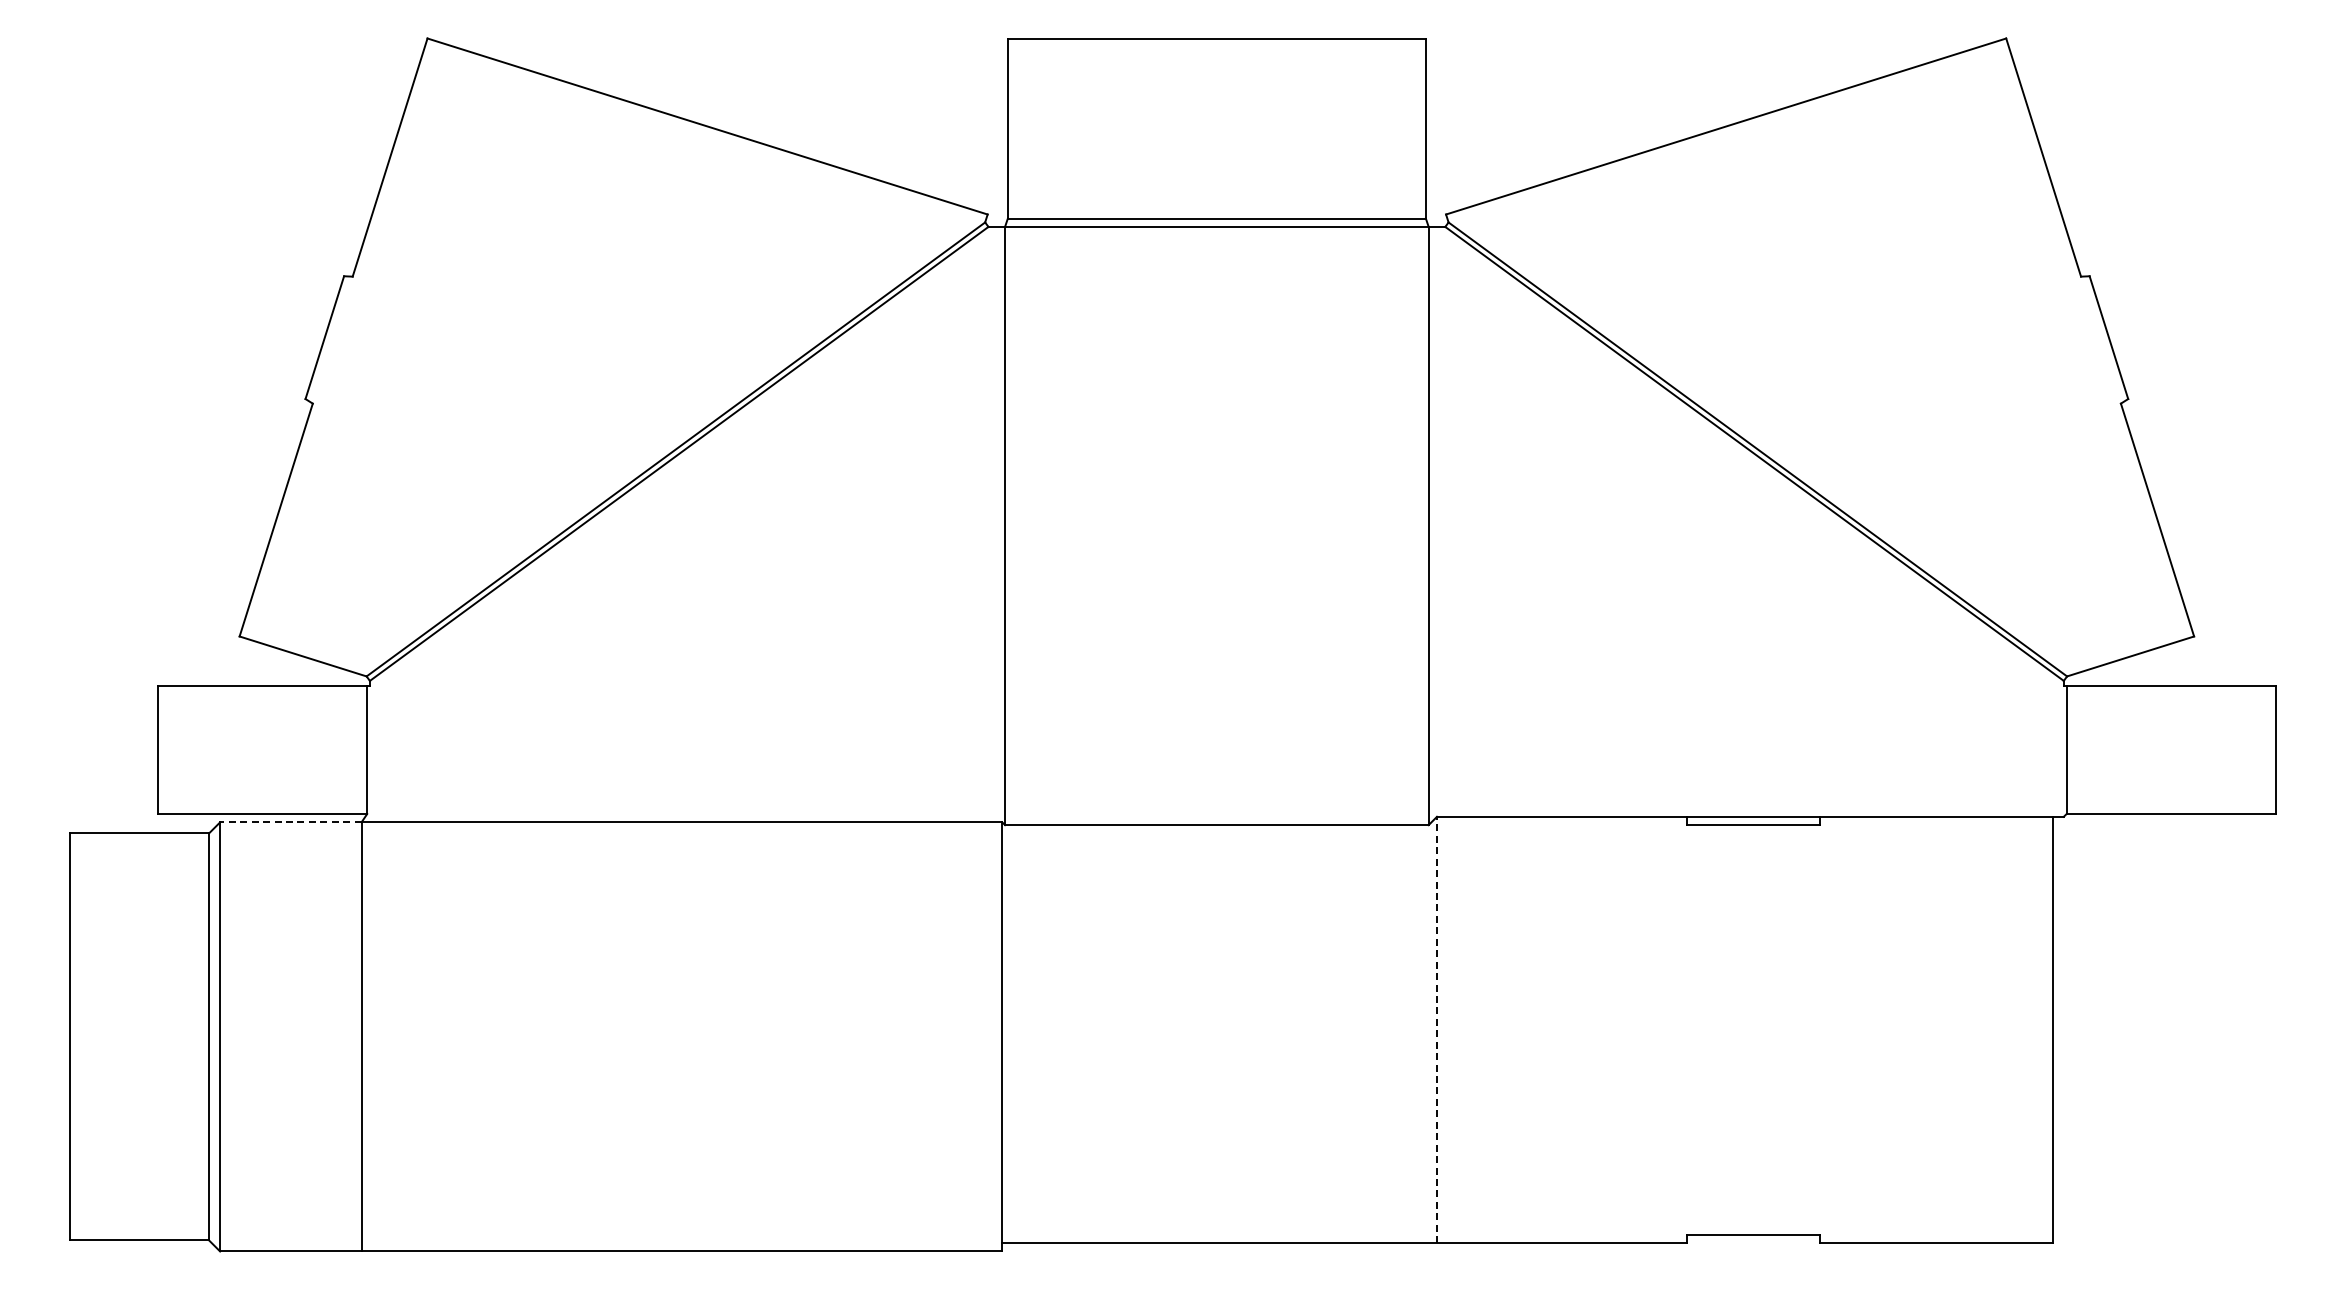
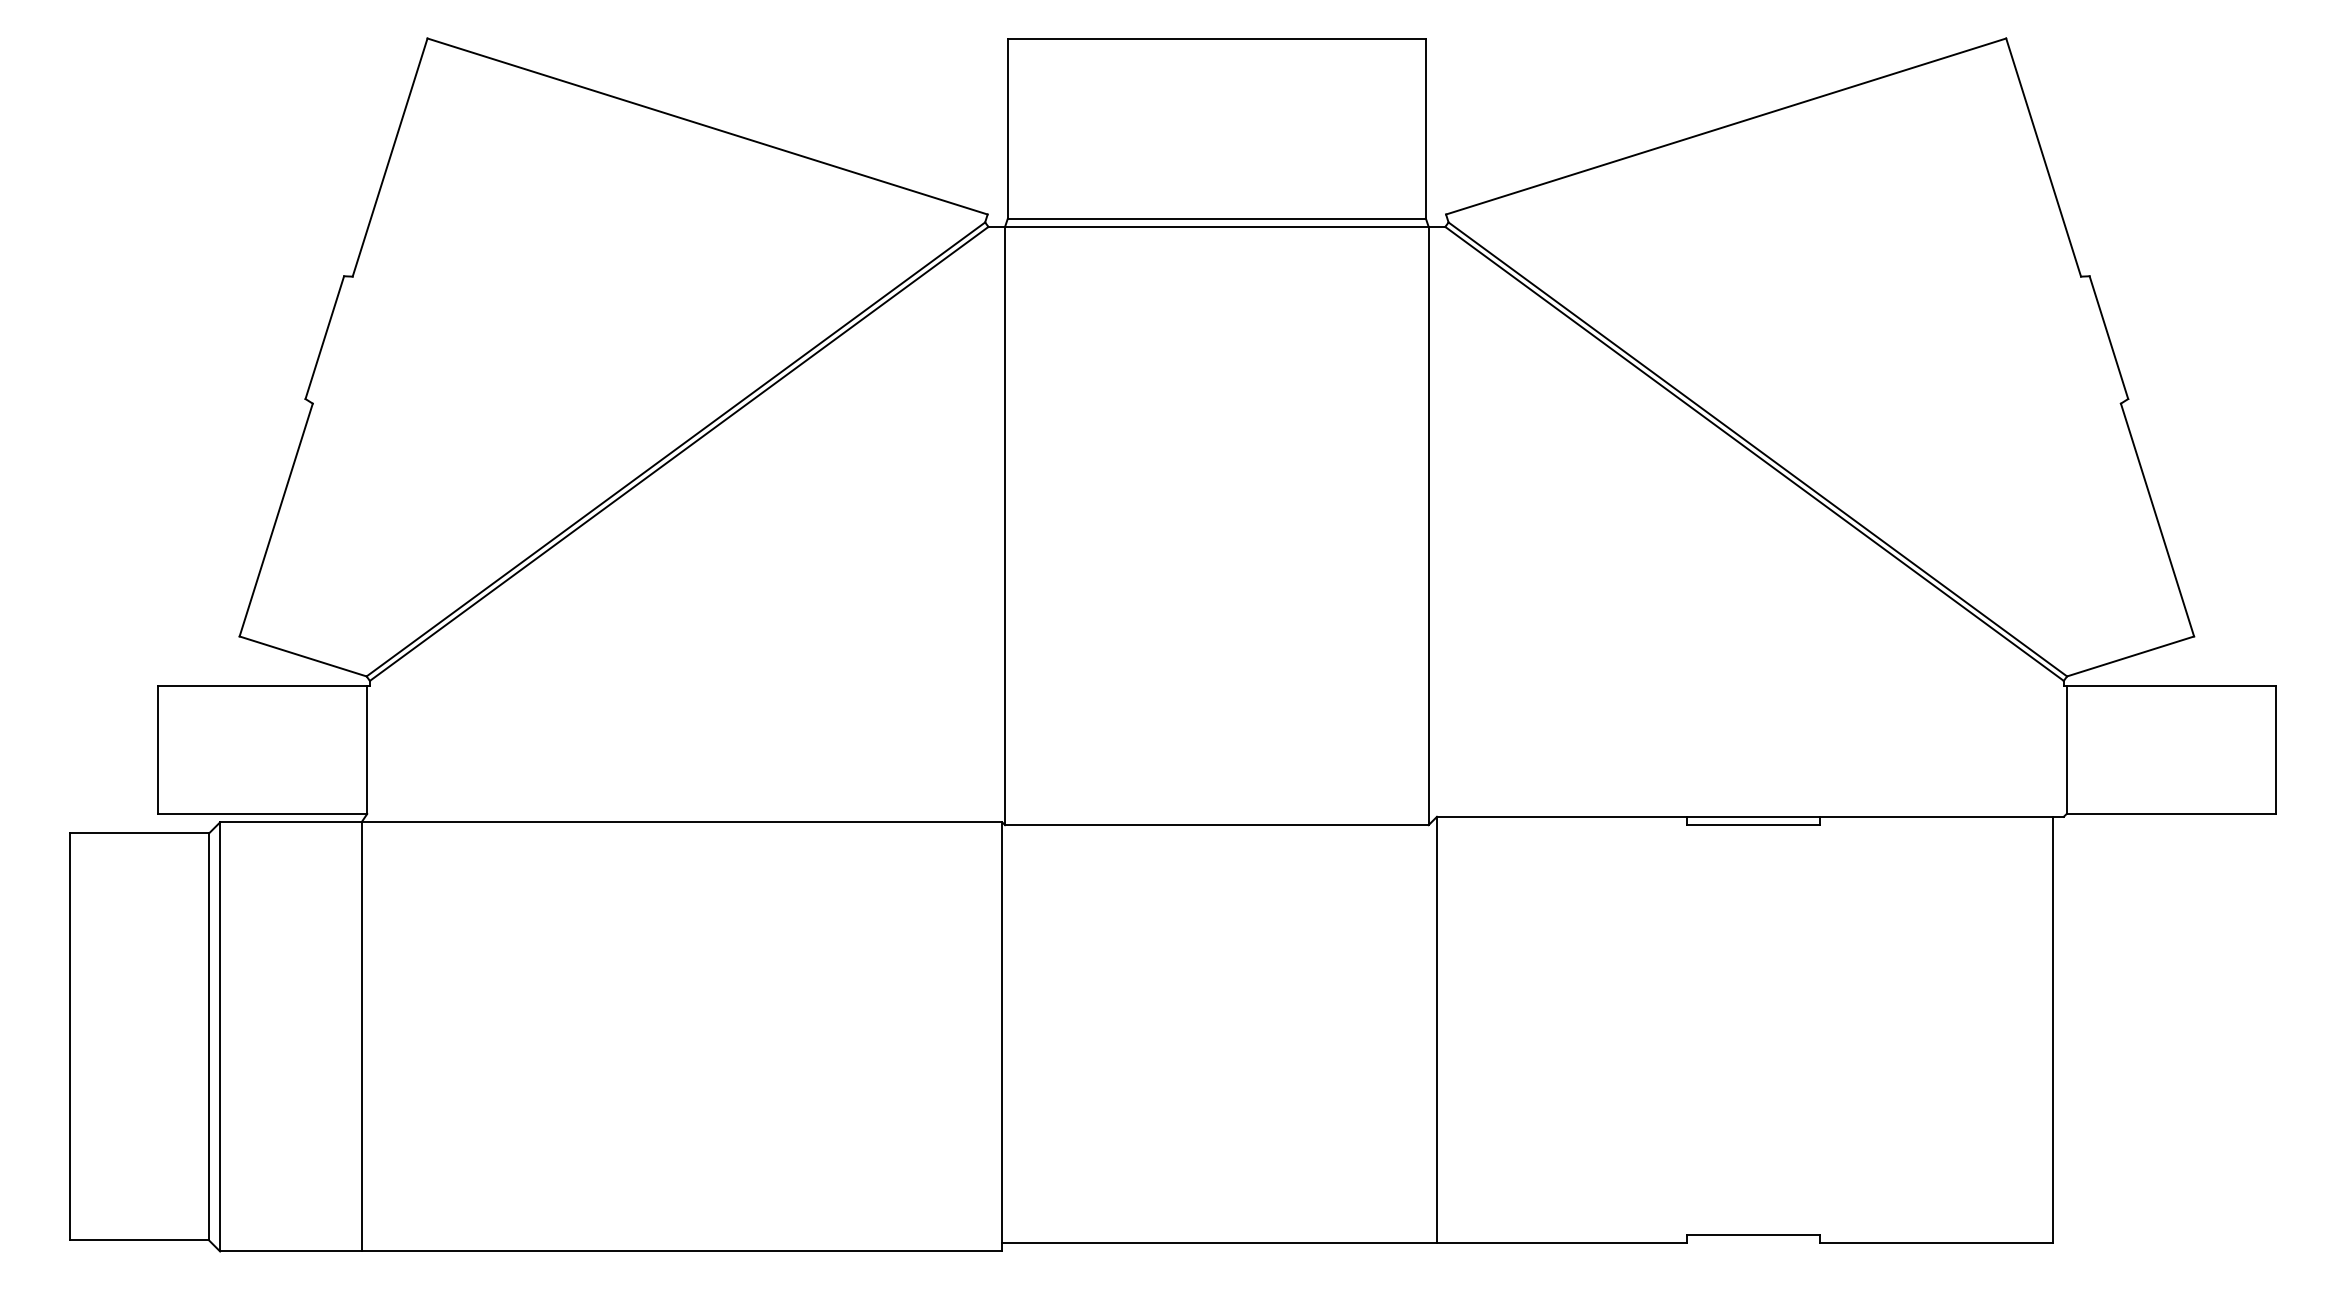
line at (290, 822): dashed -> solid
line at (1436, 1029): dashed -> solid
